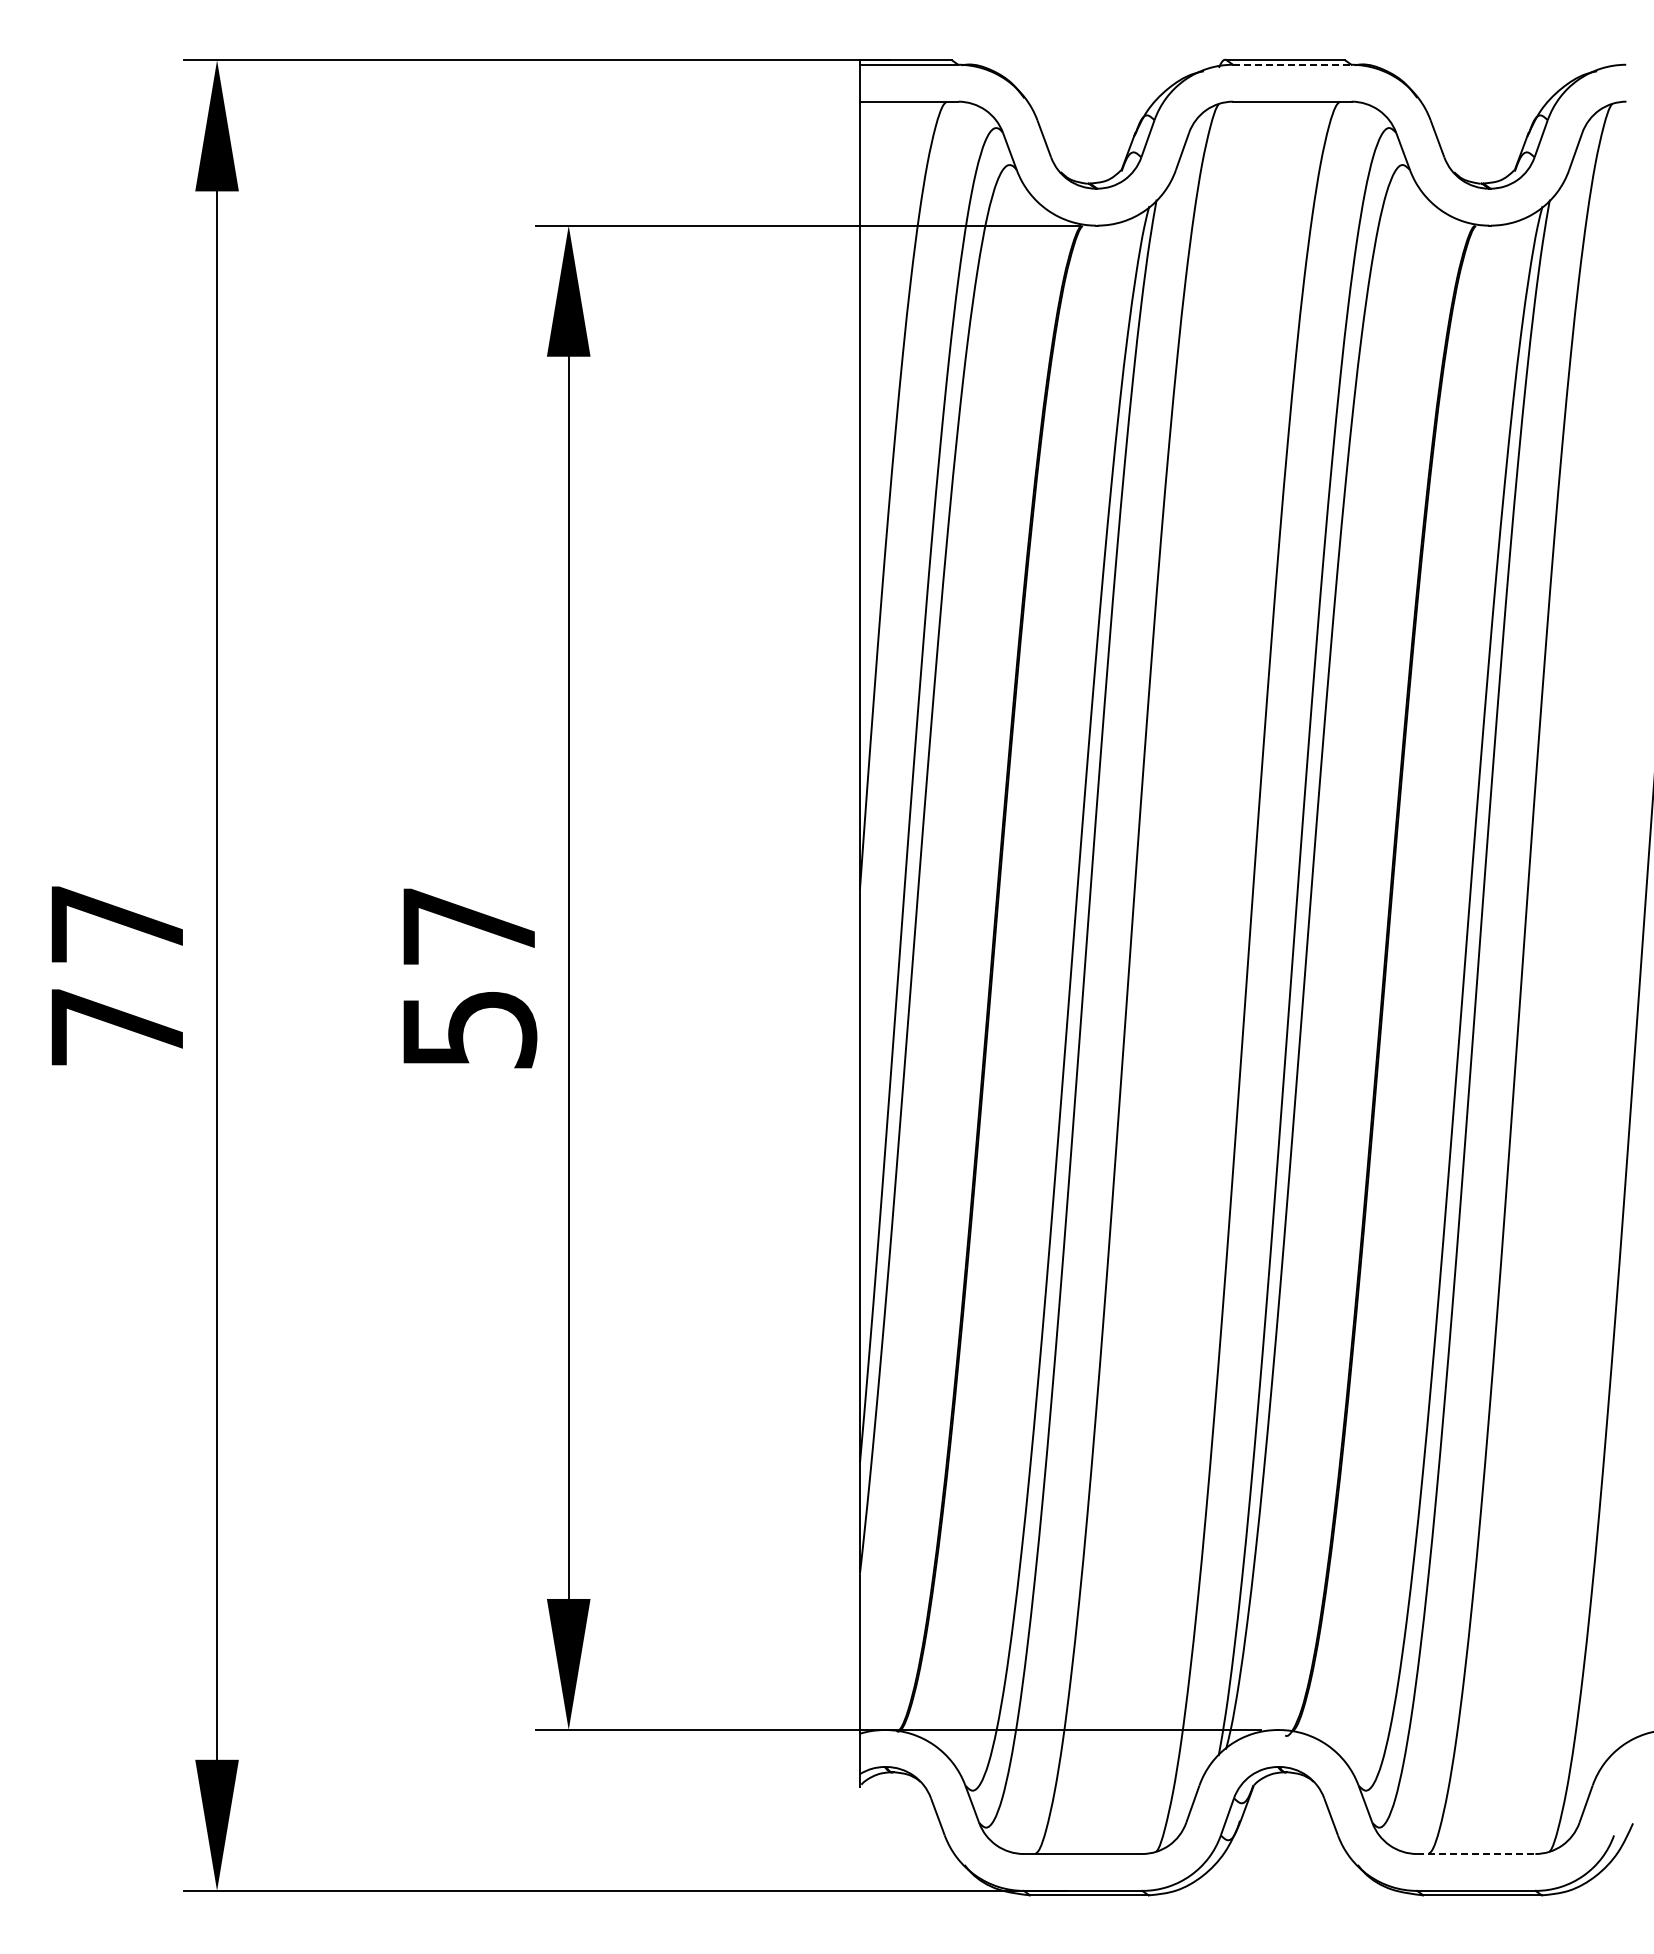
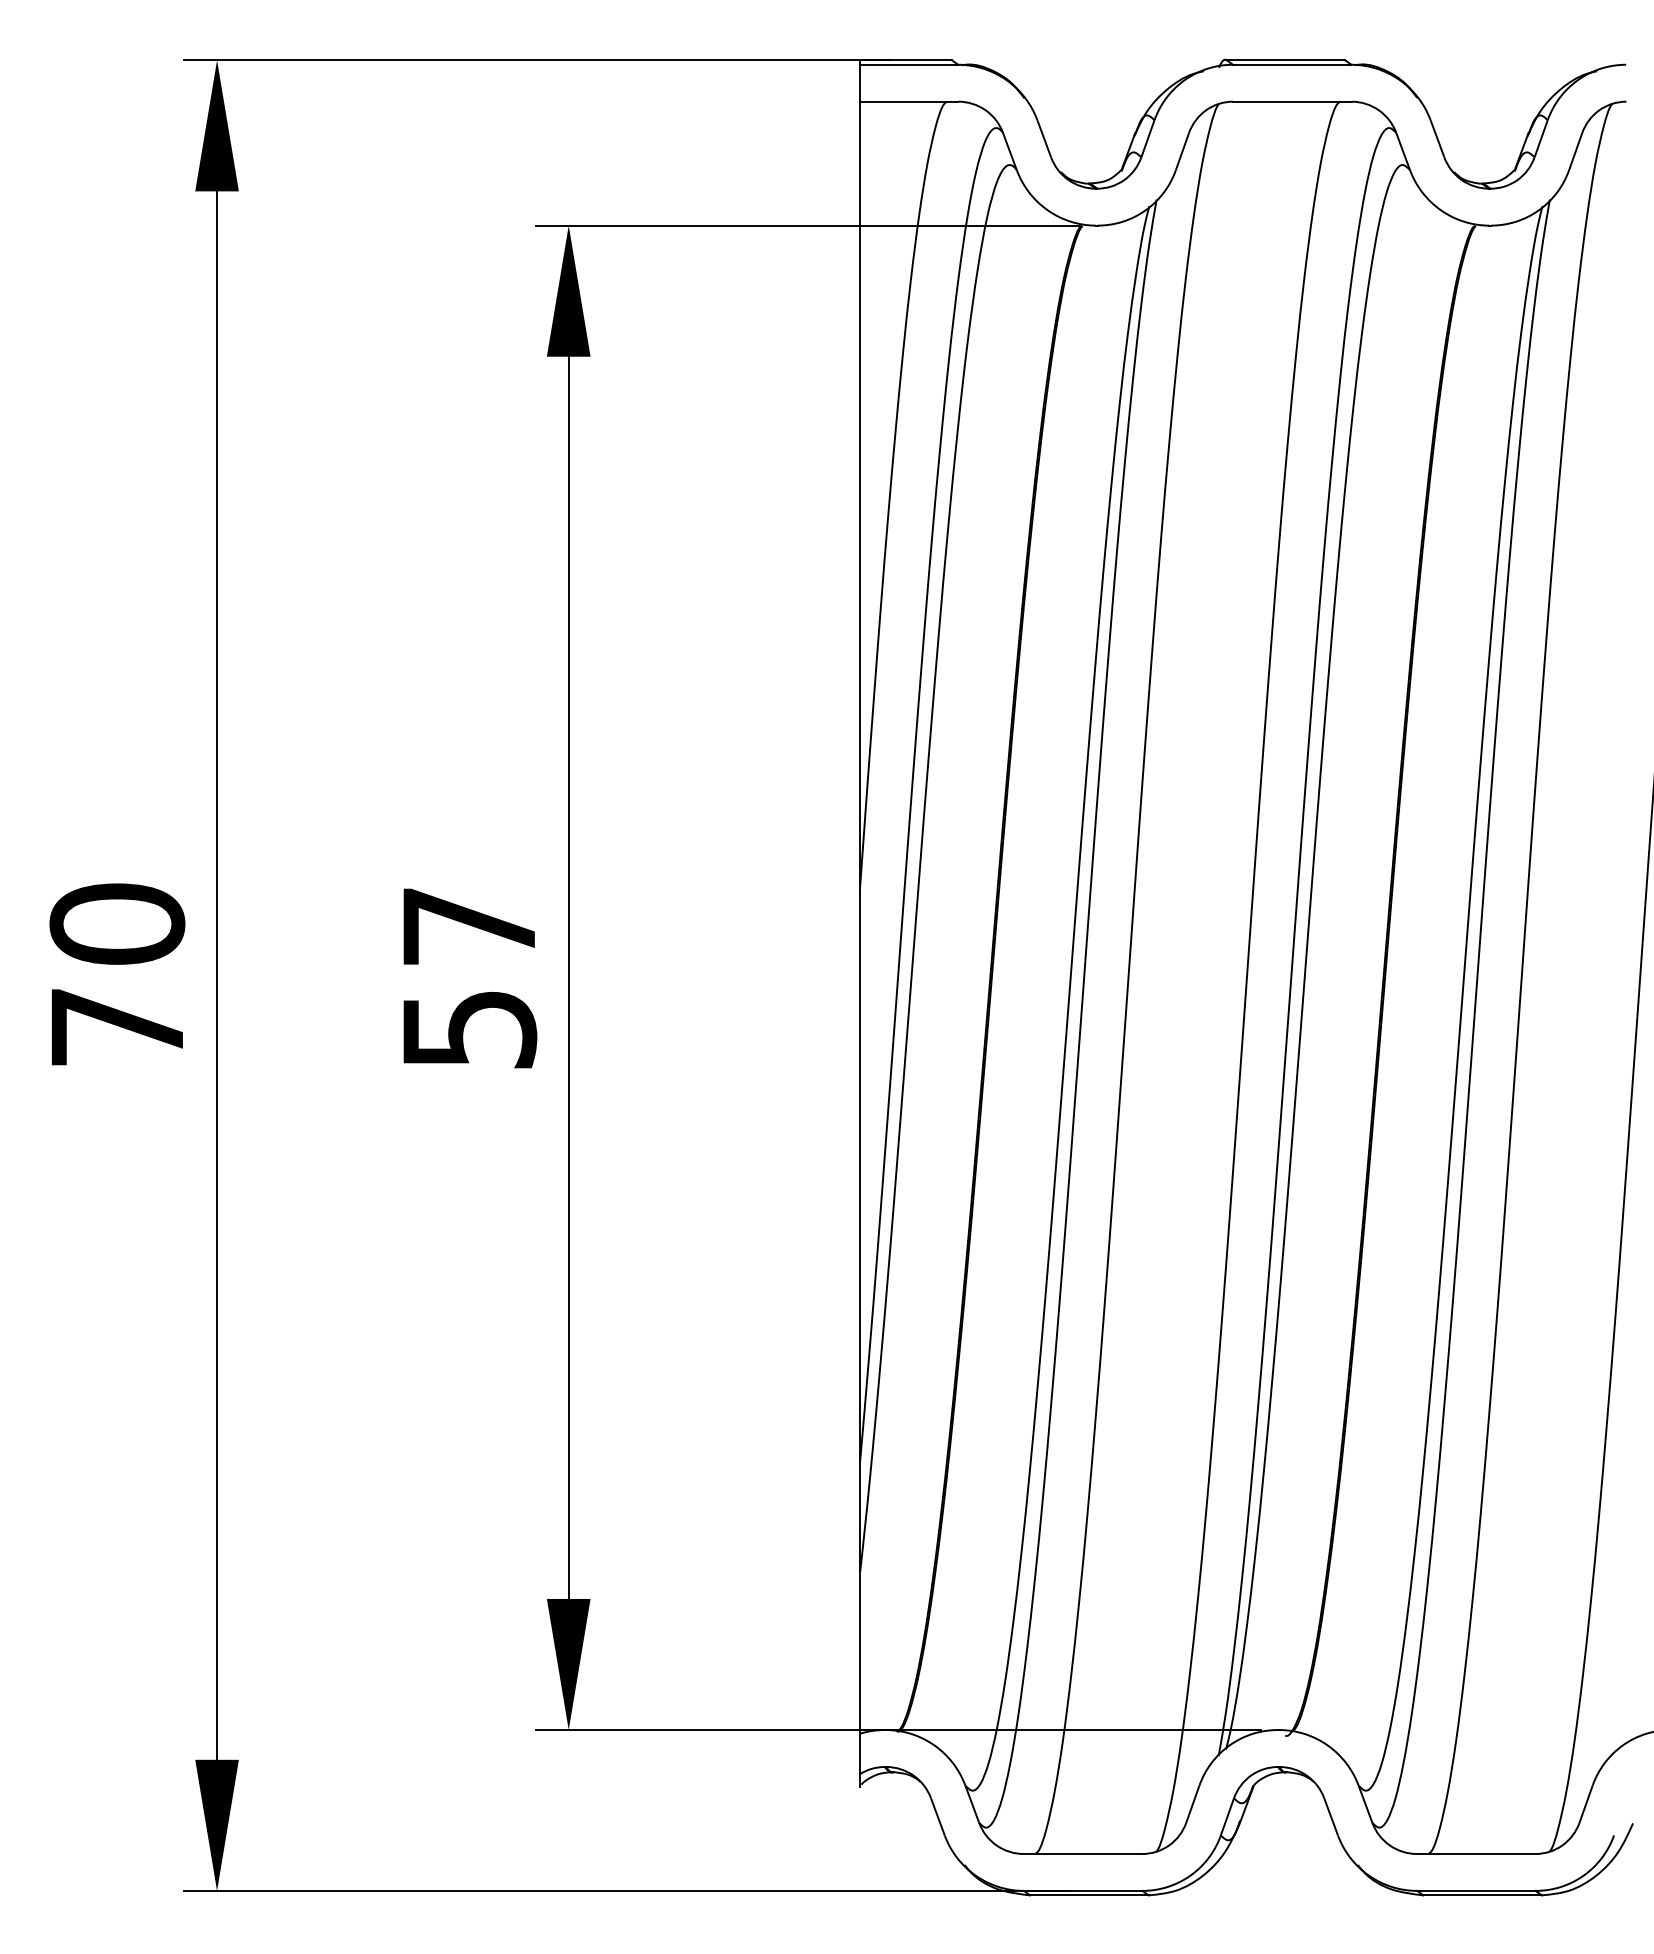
line at (1292, 64): dashed -> solid
text at (117, 923): 77 -> 70
line at (1476, 1854): dashed -> solid
